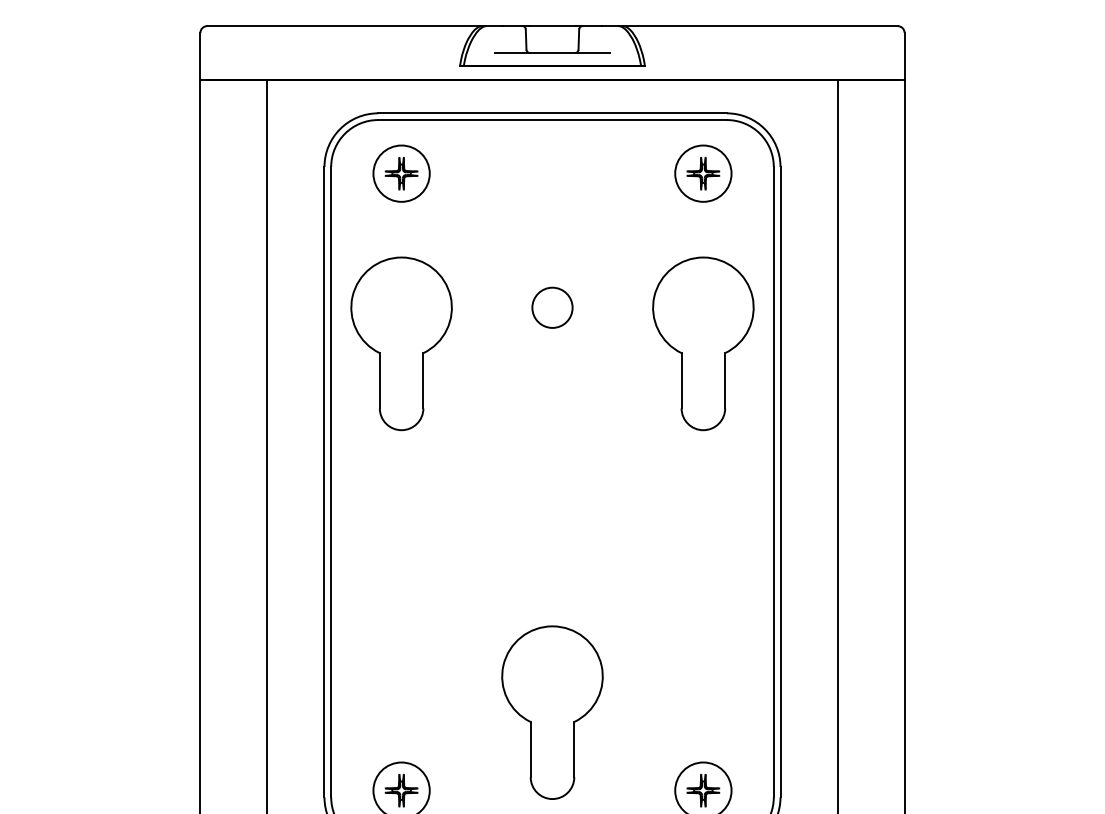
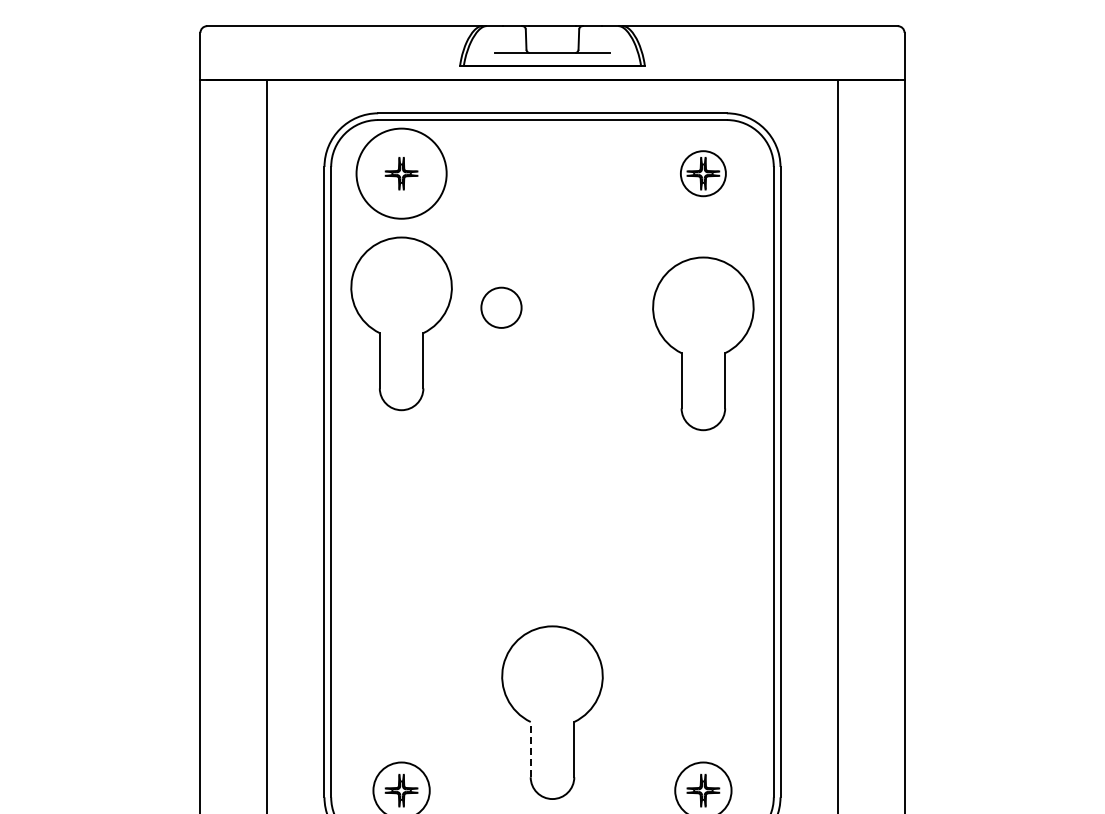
circle at (401, 173) diameter: 56 px -> 90 px
circle at (703, 173) diameter: 56 px -> 45 px
circle at (552, 307) position: (552, 307) -> (501, 307)
part at (401, 343) position: (401, 343) -> (401, 323)
line at (530, 749): solid -> dashed
